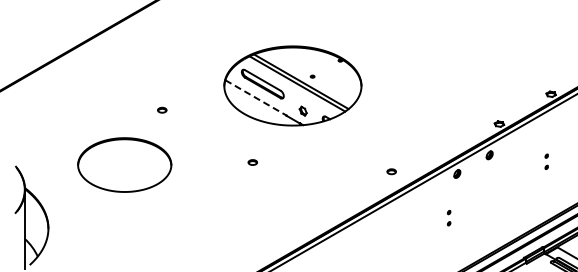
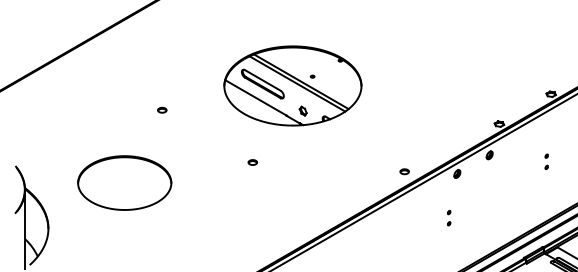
line at (256, 98): dashed -> solid
part at (124, 164) position: (124, 164) -> (124, 182)
part at (391, 171) position: (391, 171) -> (404, 171)
